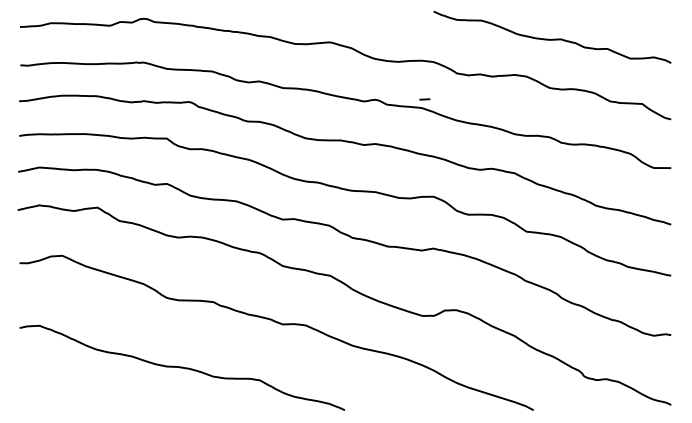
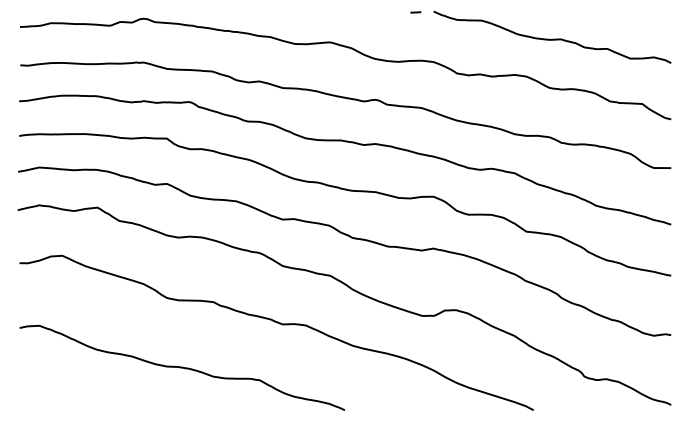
line at (424, 99) position: (424, 99) -> (415, 12)
